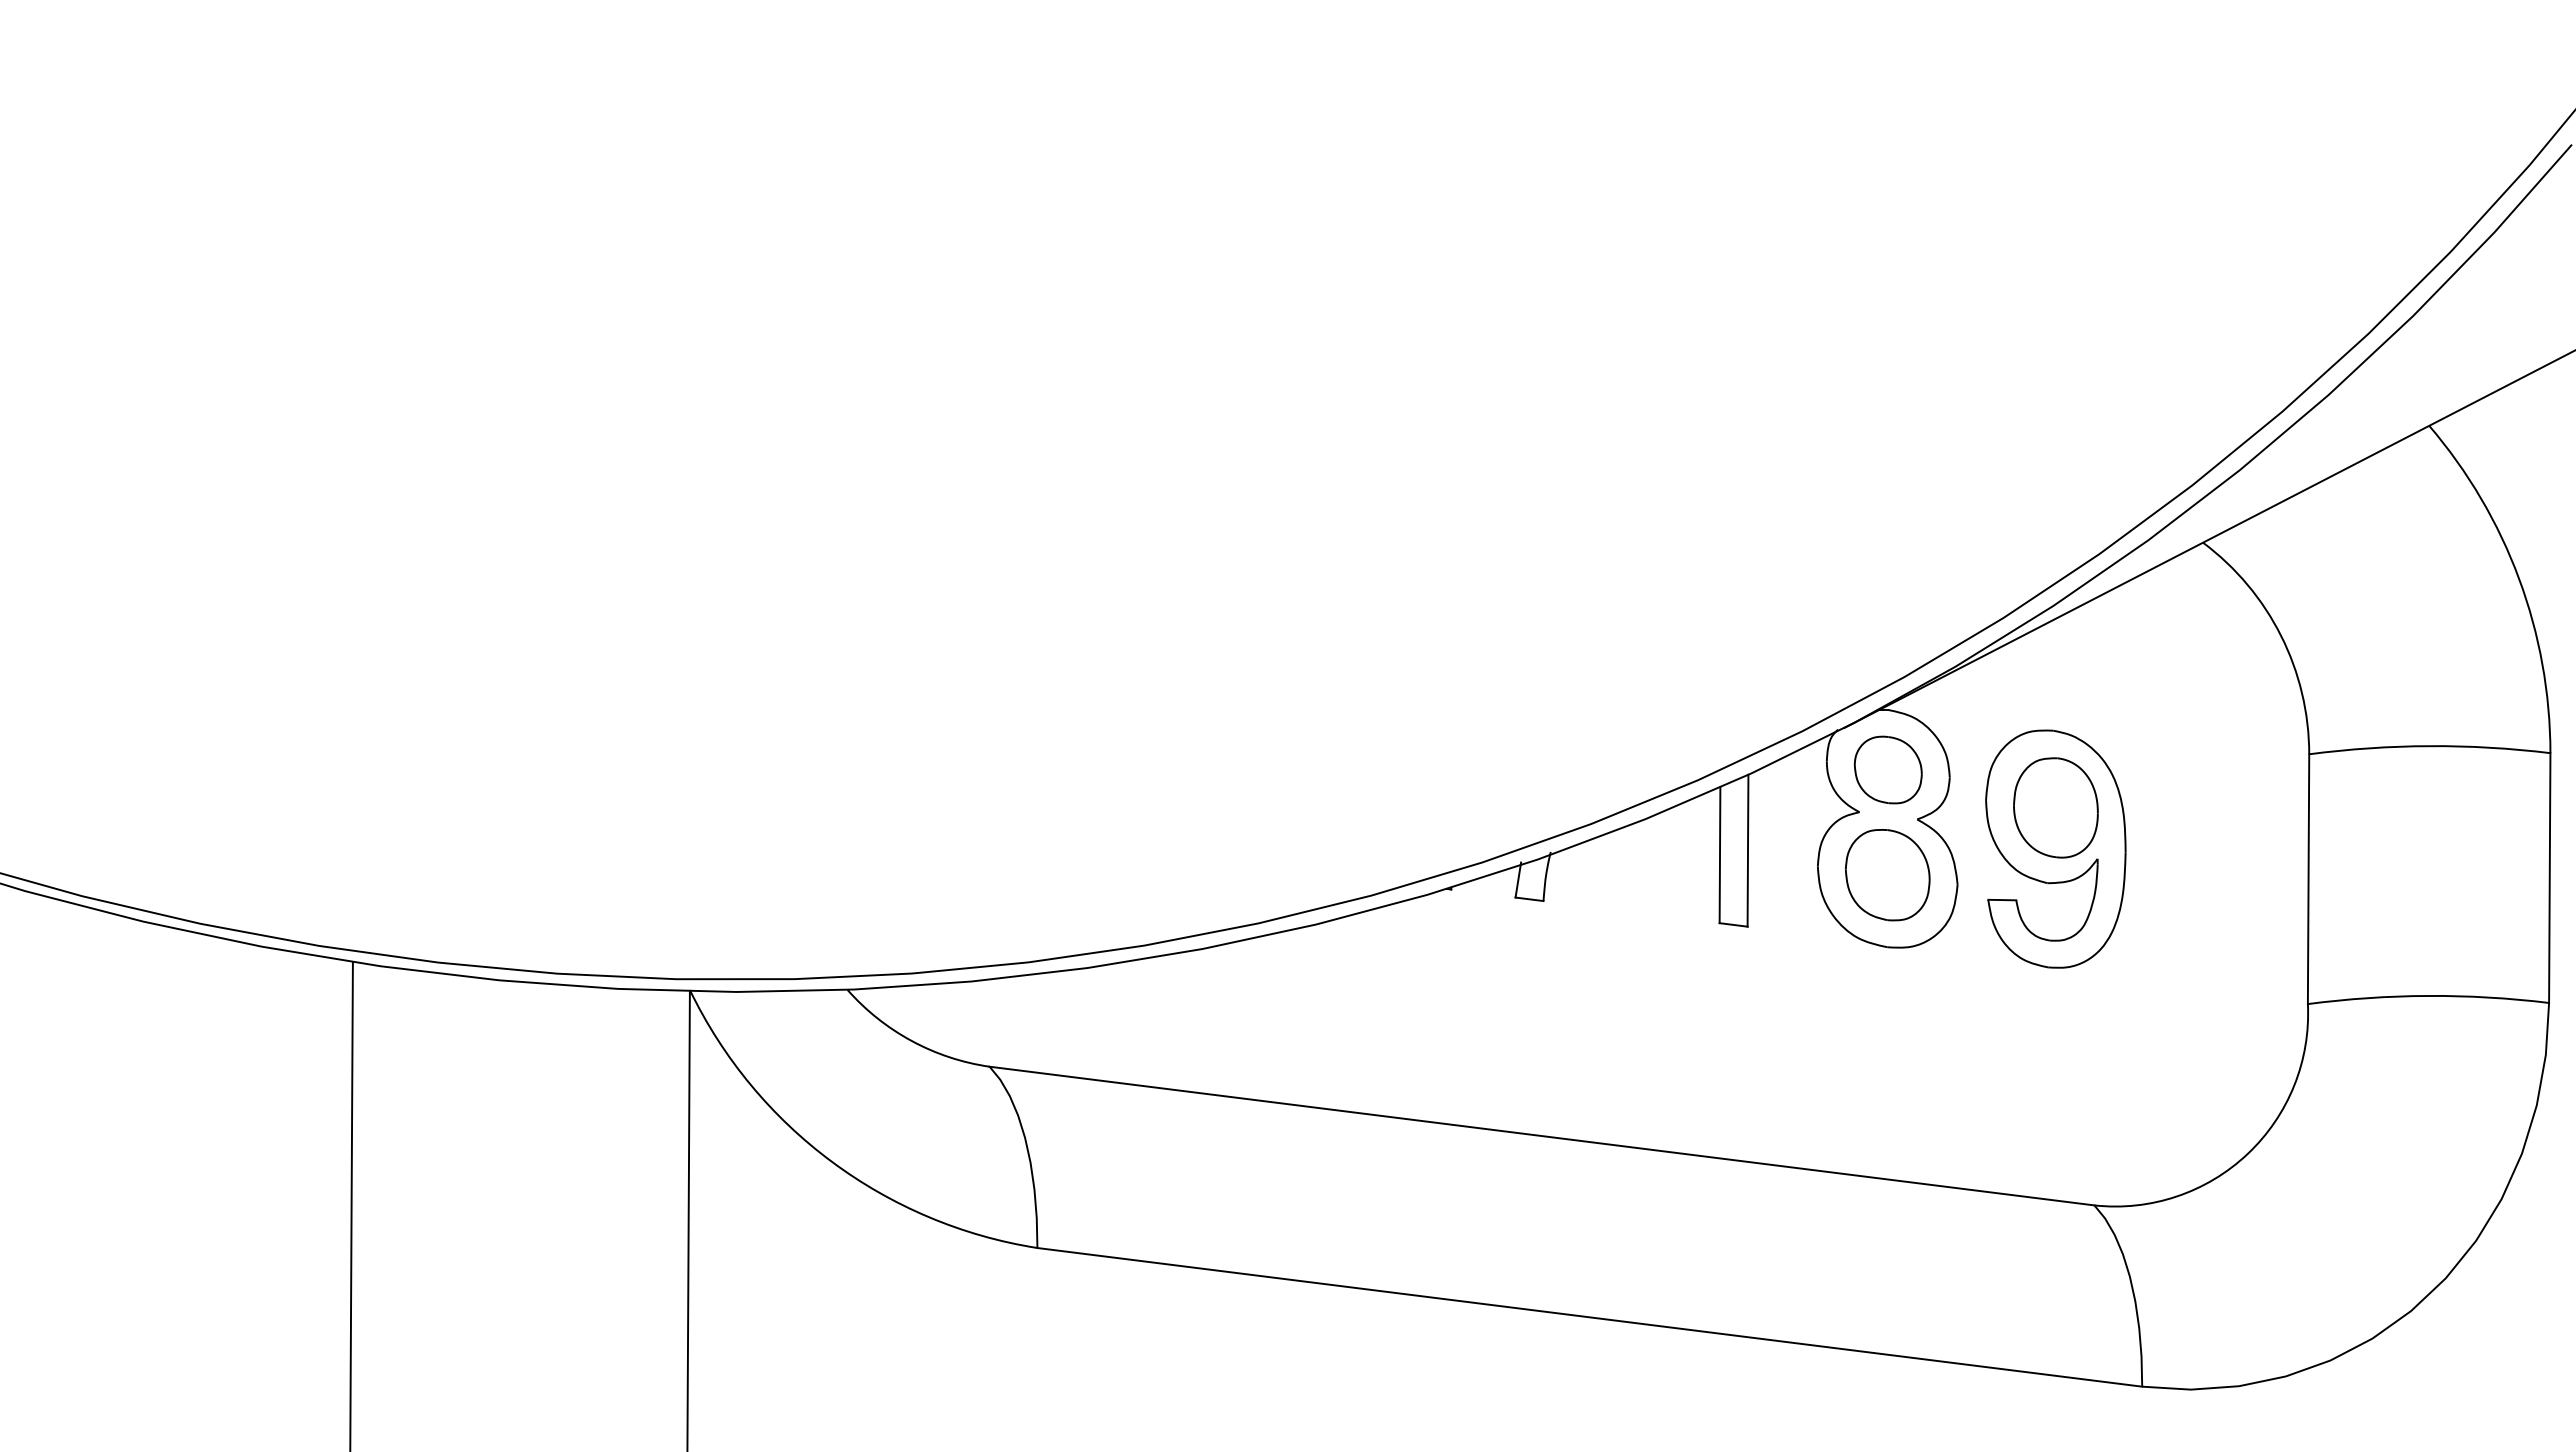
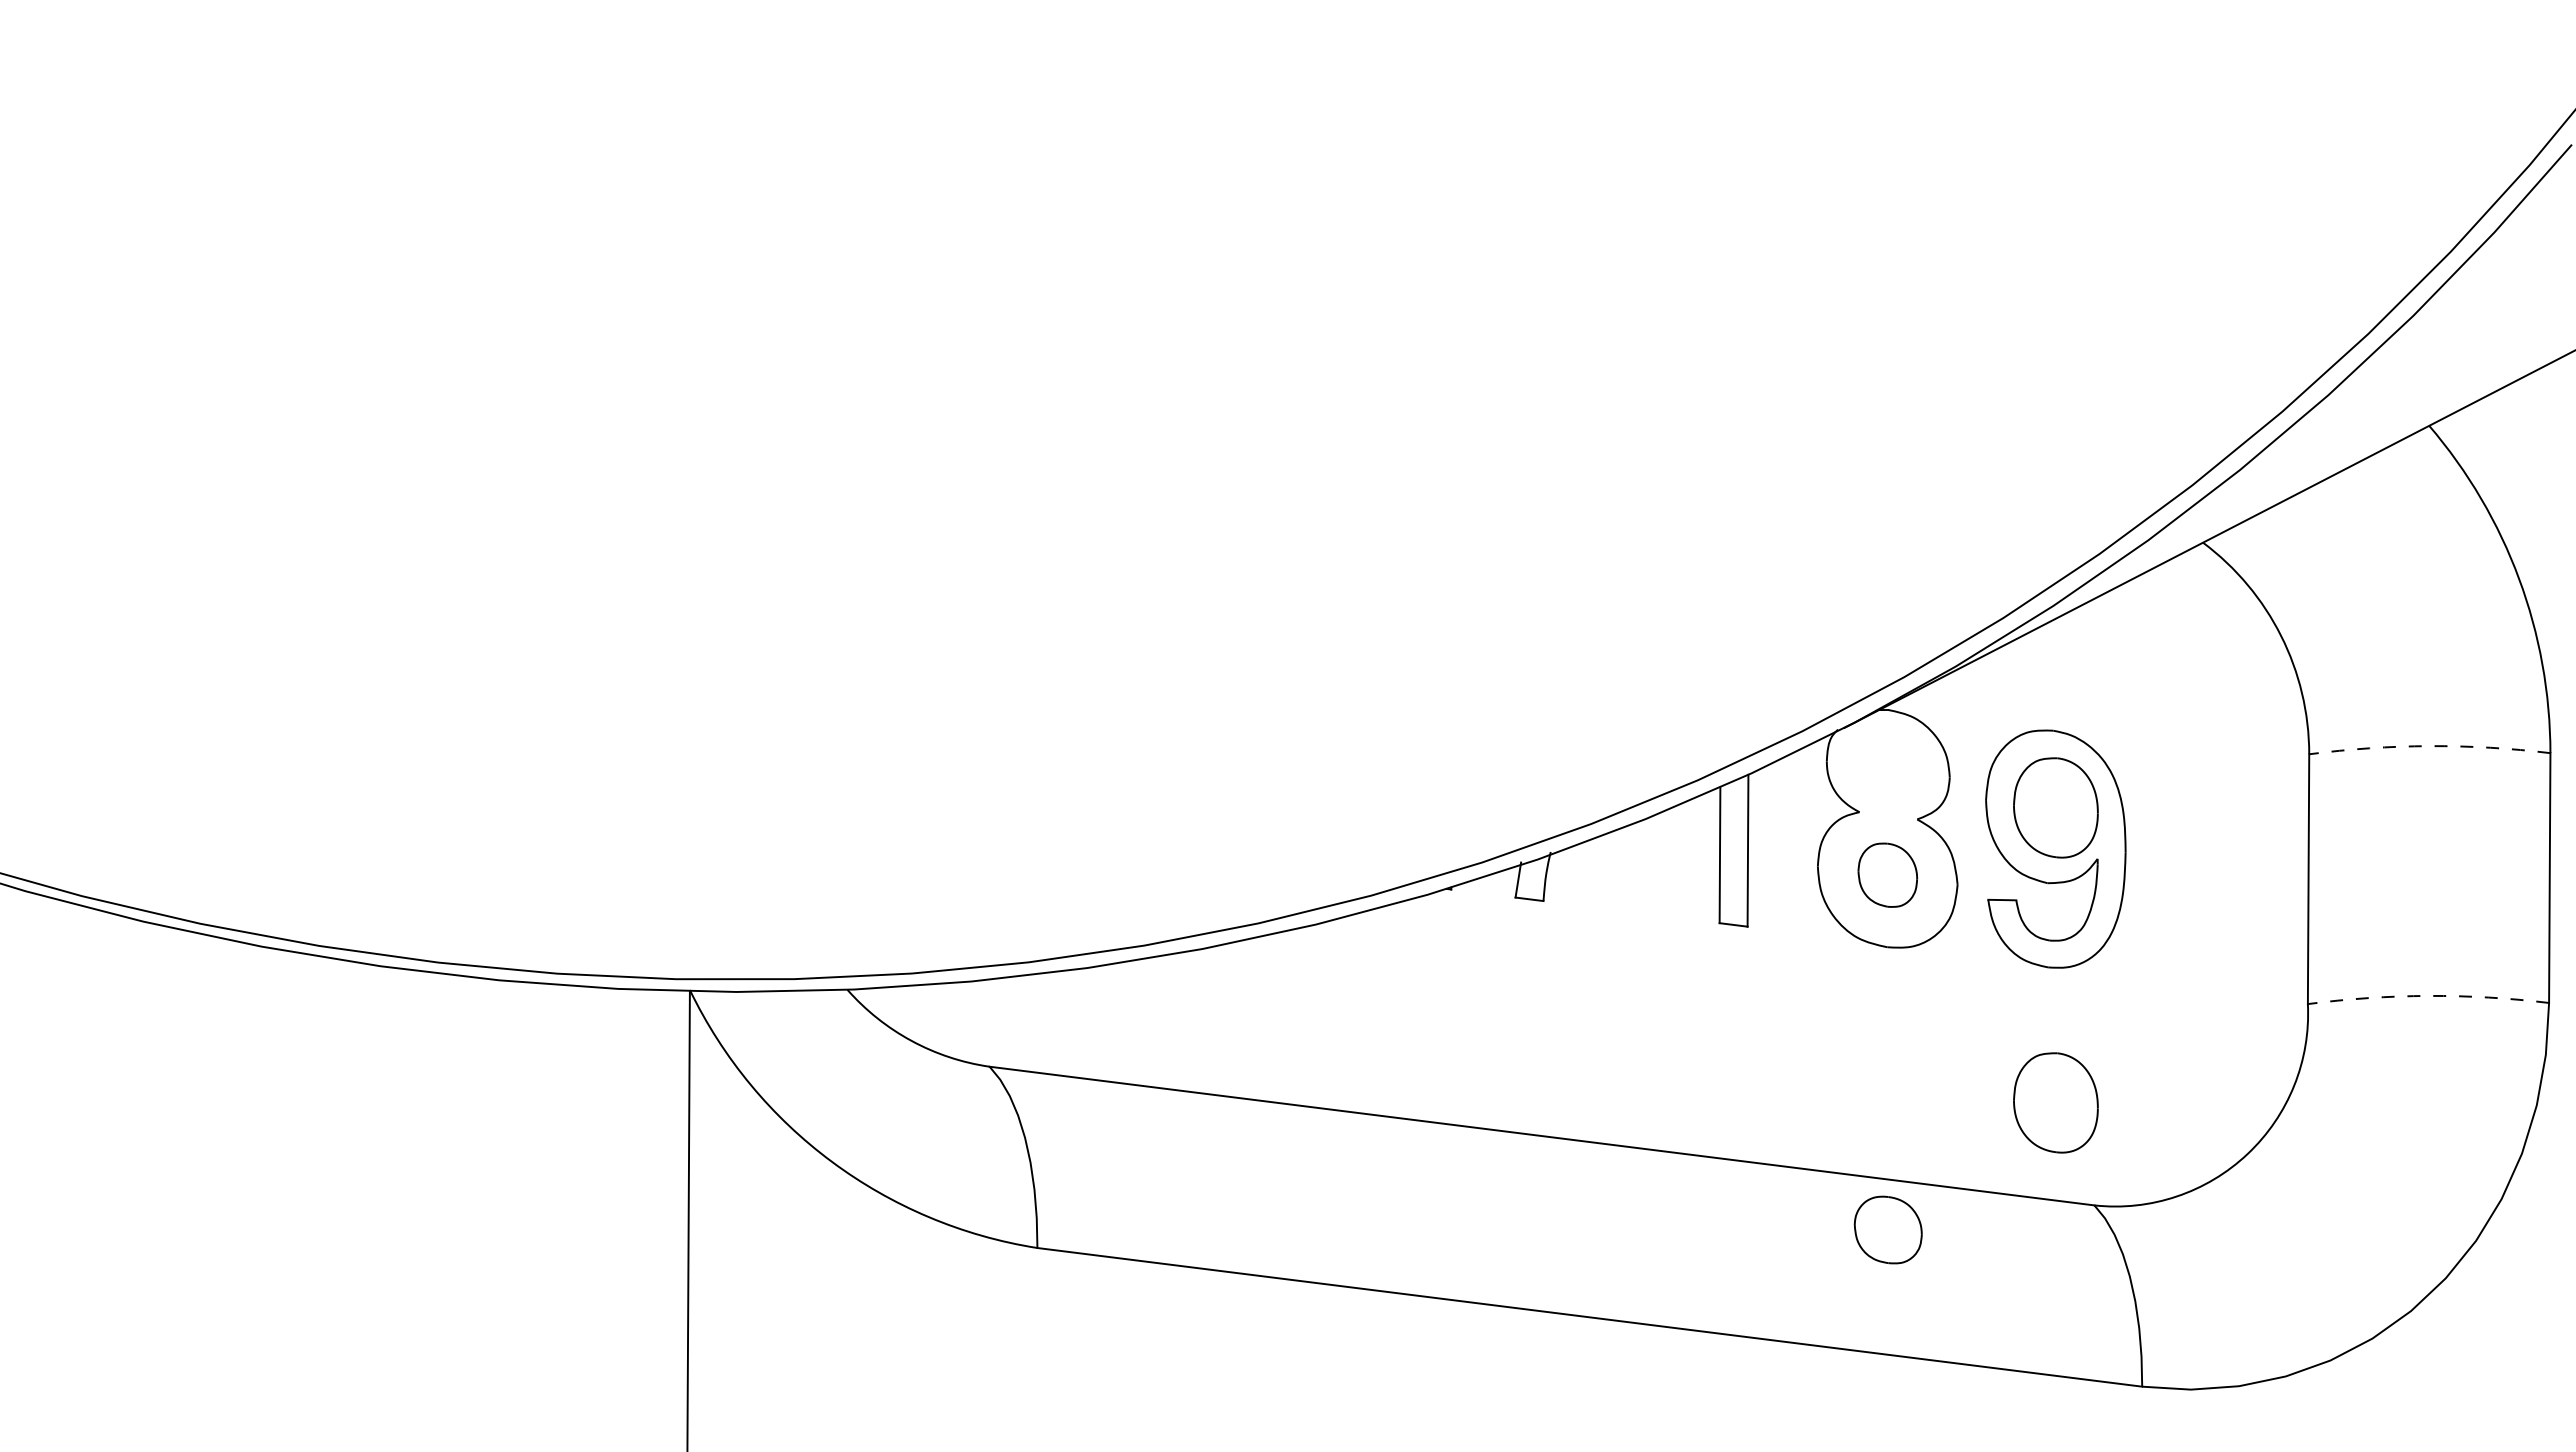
arc at (2429, 746): solid -> dashed
part at (1887, 769) position: (1887, 769) -> (1887, 1229)
part at (1887, 875) size: 86x93 px -> 62x66 px
arc at (2428, 995): solid -> dashed
part at (2055, 1102): none -> present
line at (351, 1205): present -> none
